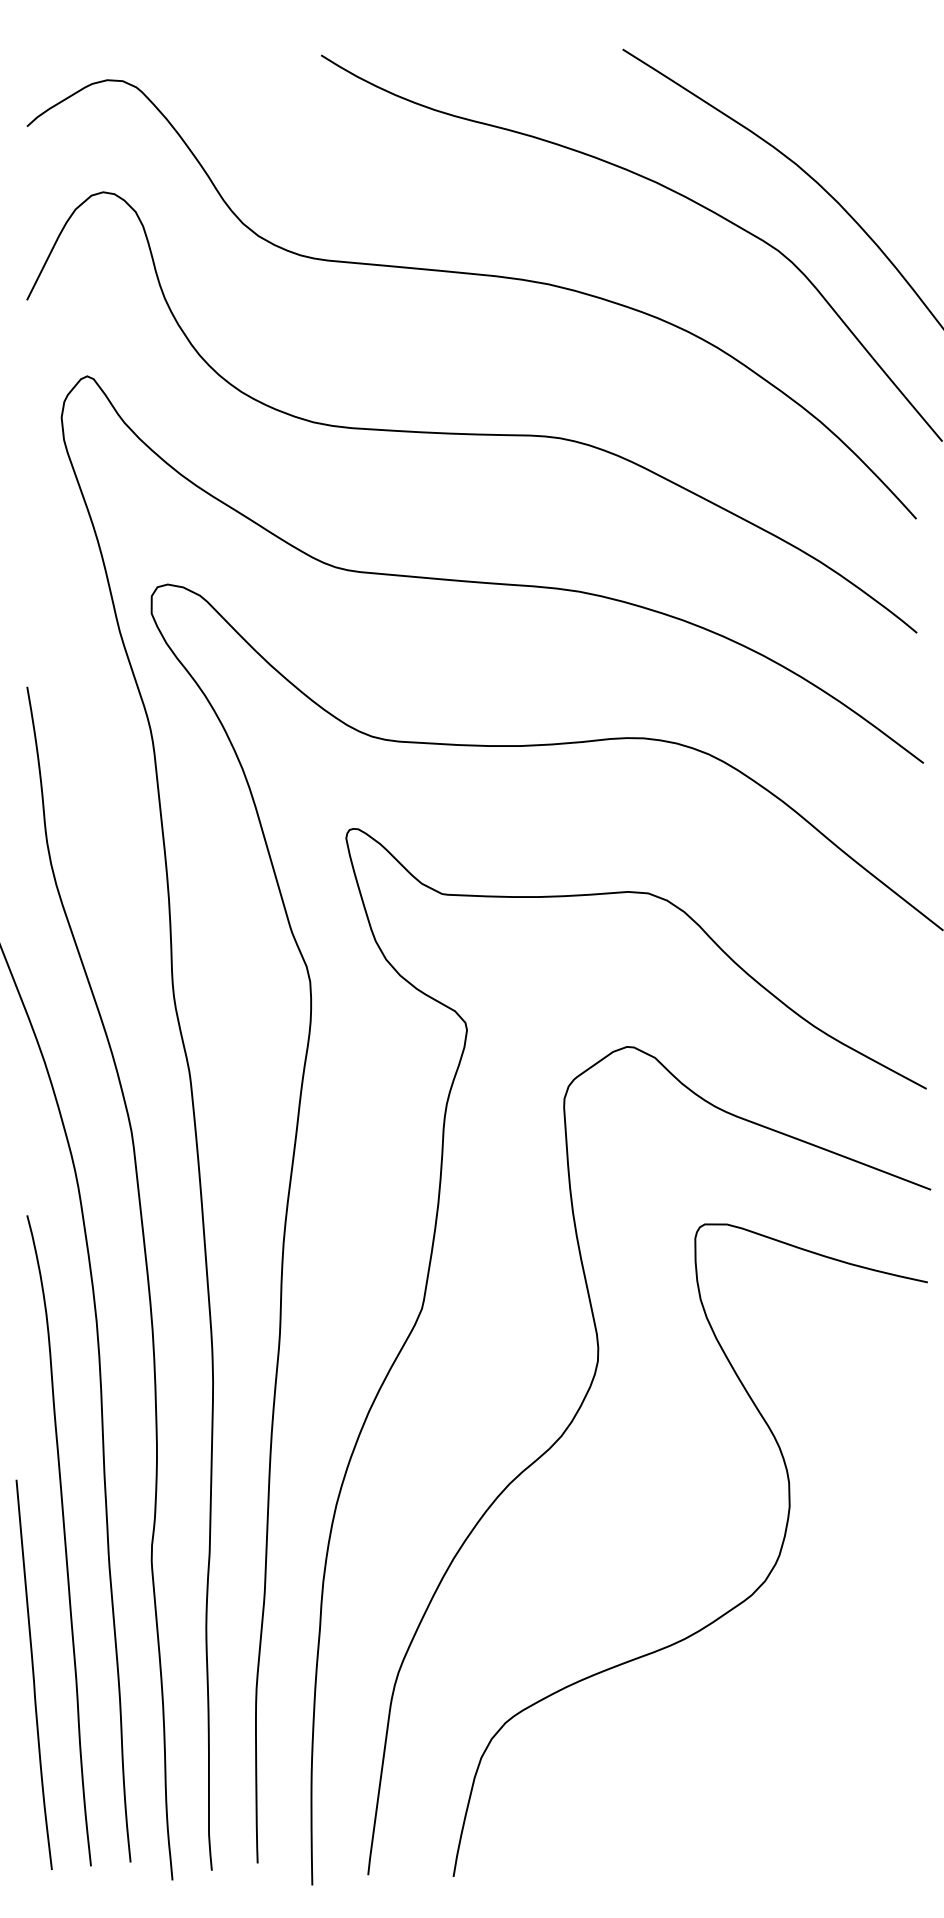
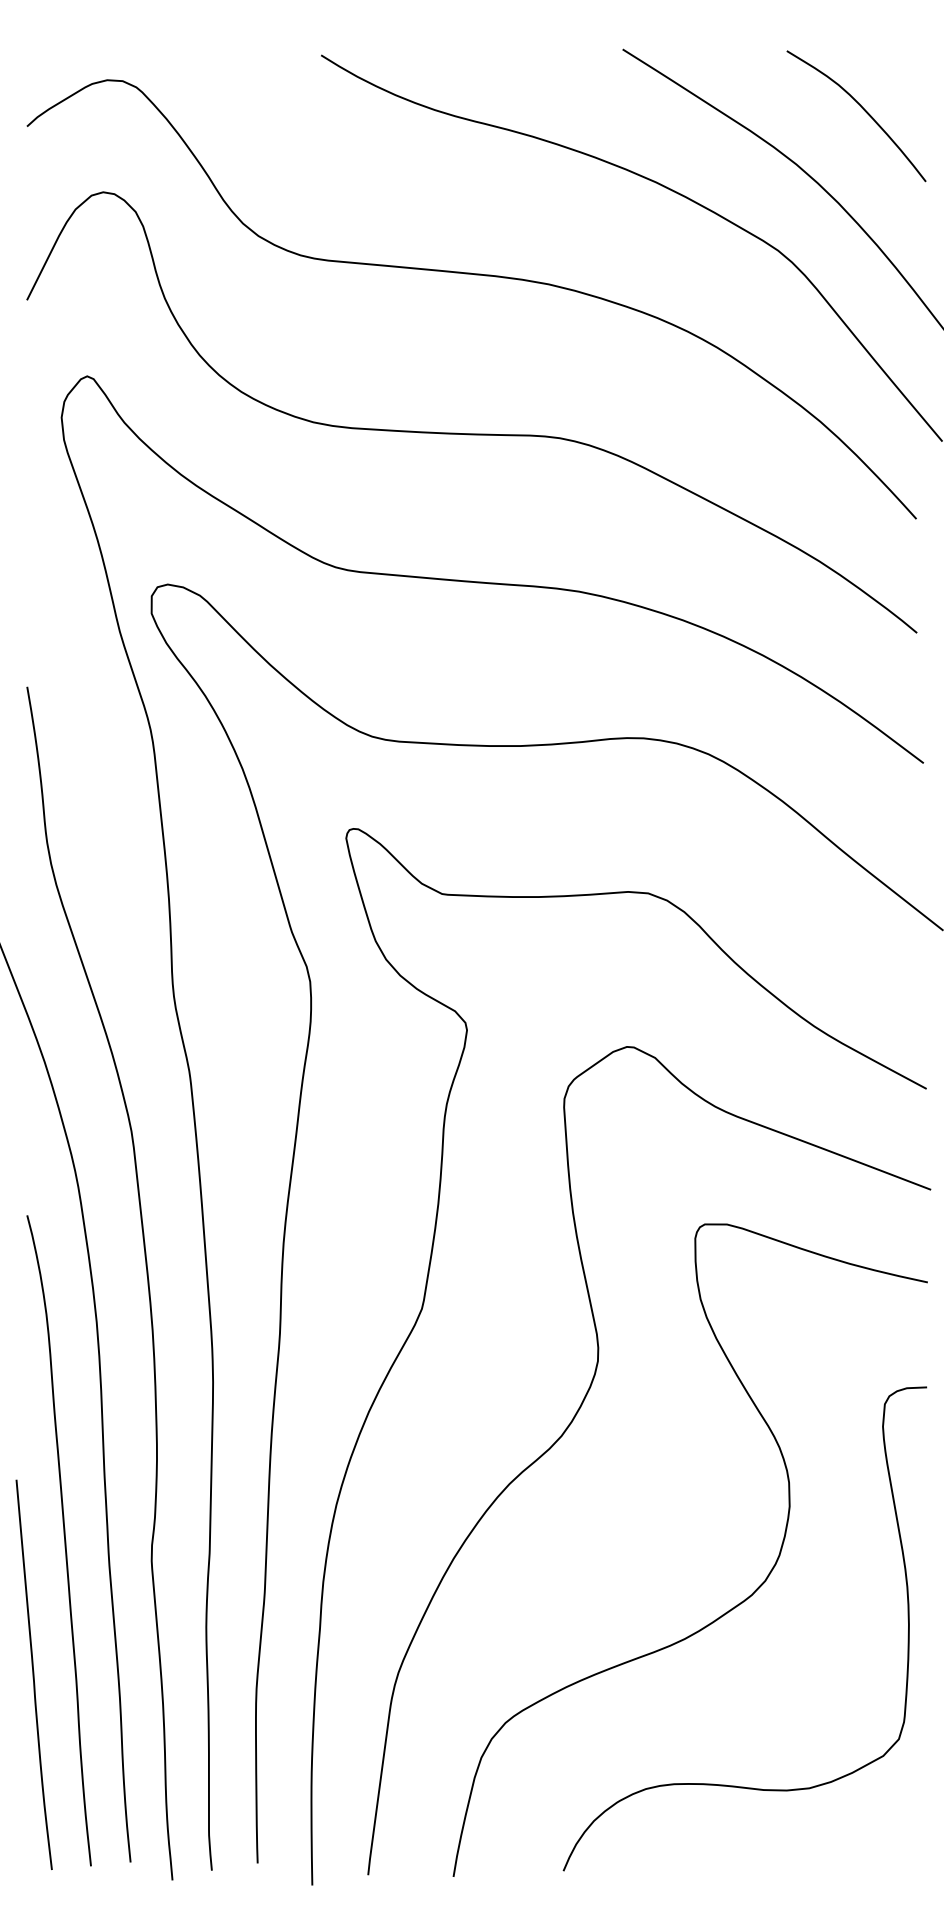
curve at (862, 109): none -> present
curve at (725, 1784): none -> present
